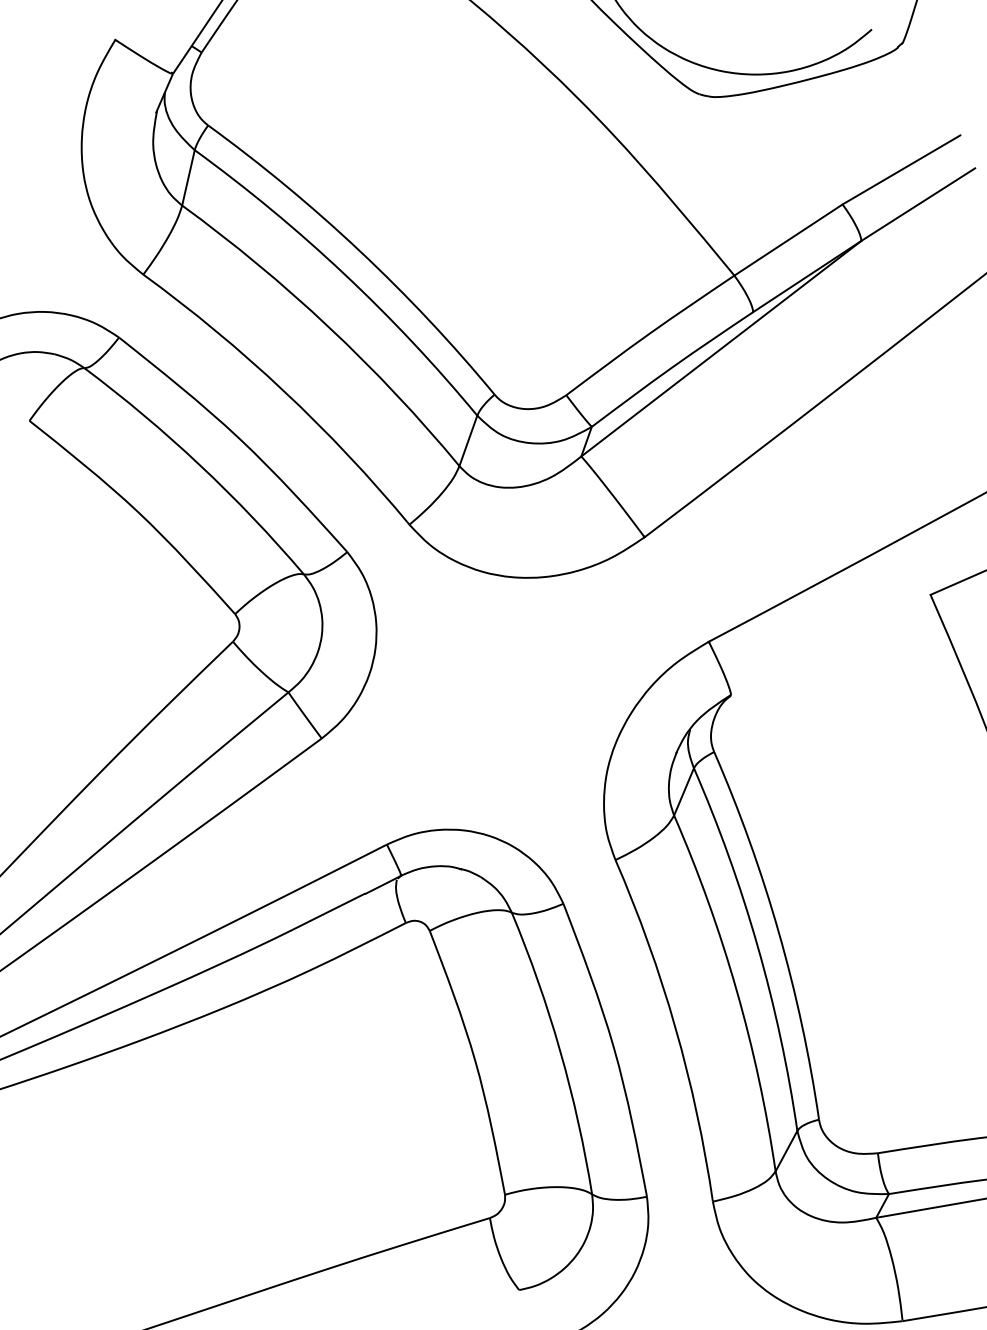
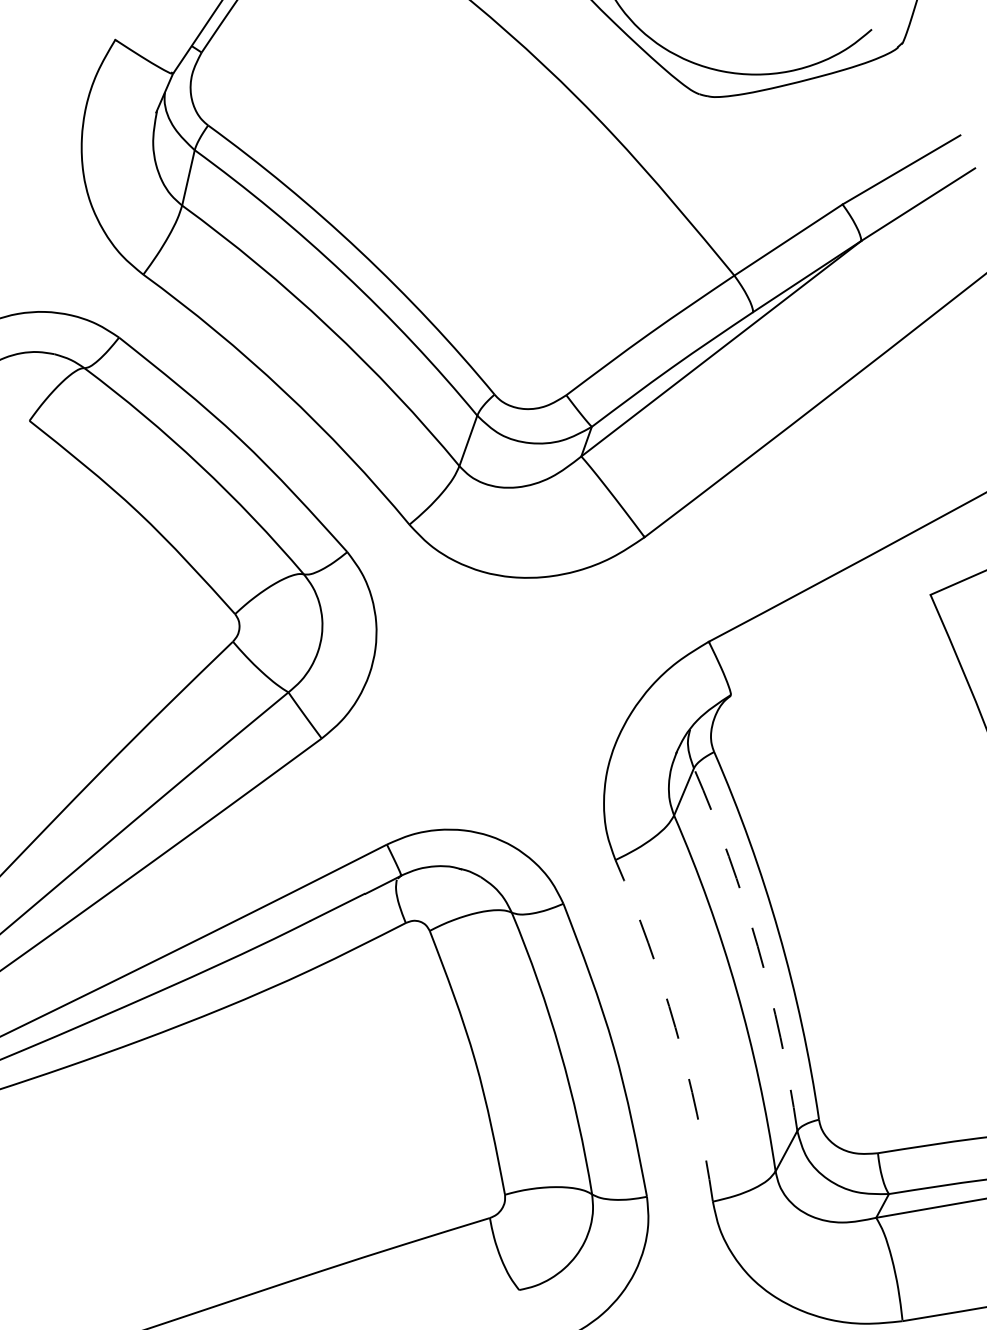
arc at (757, 946): solid -> dashed
arc at (675, 1027): solid -> dashed
